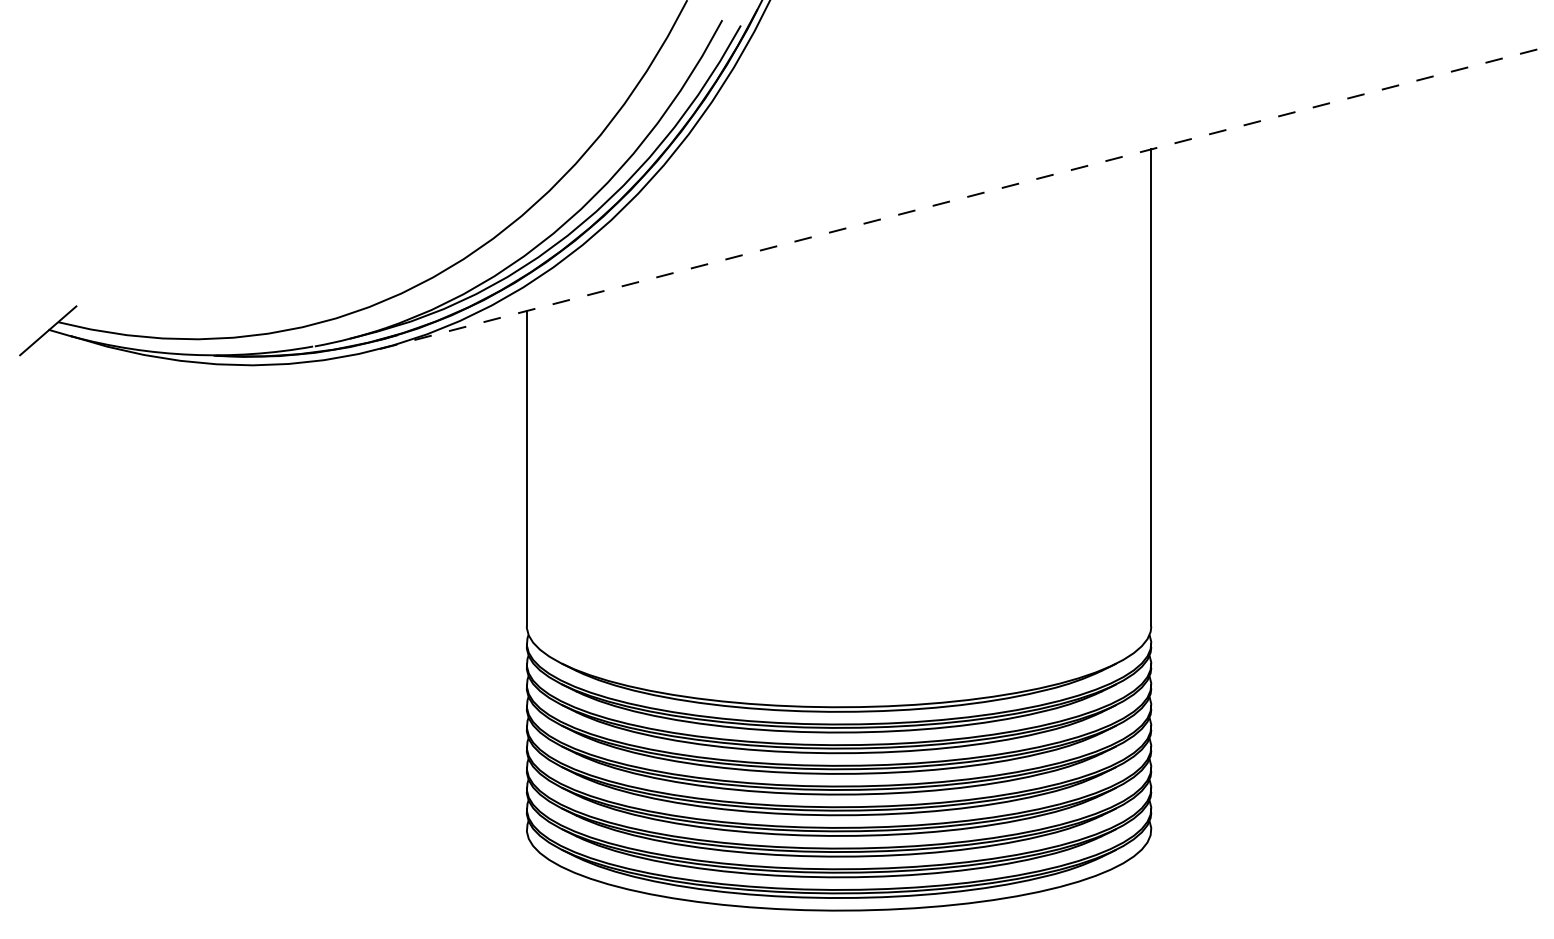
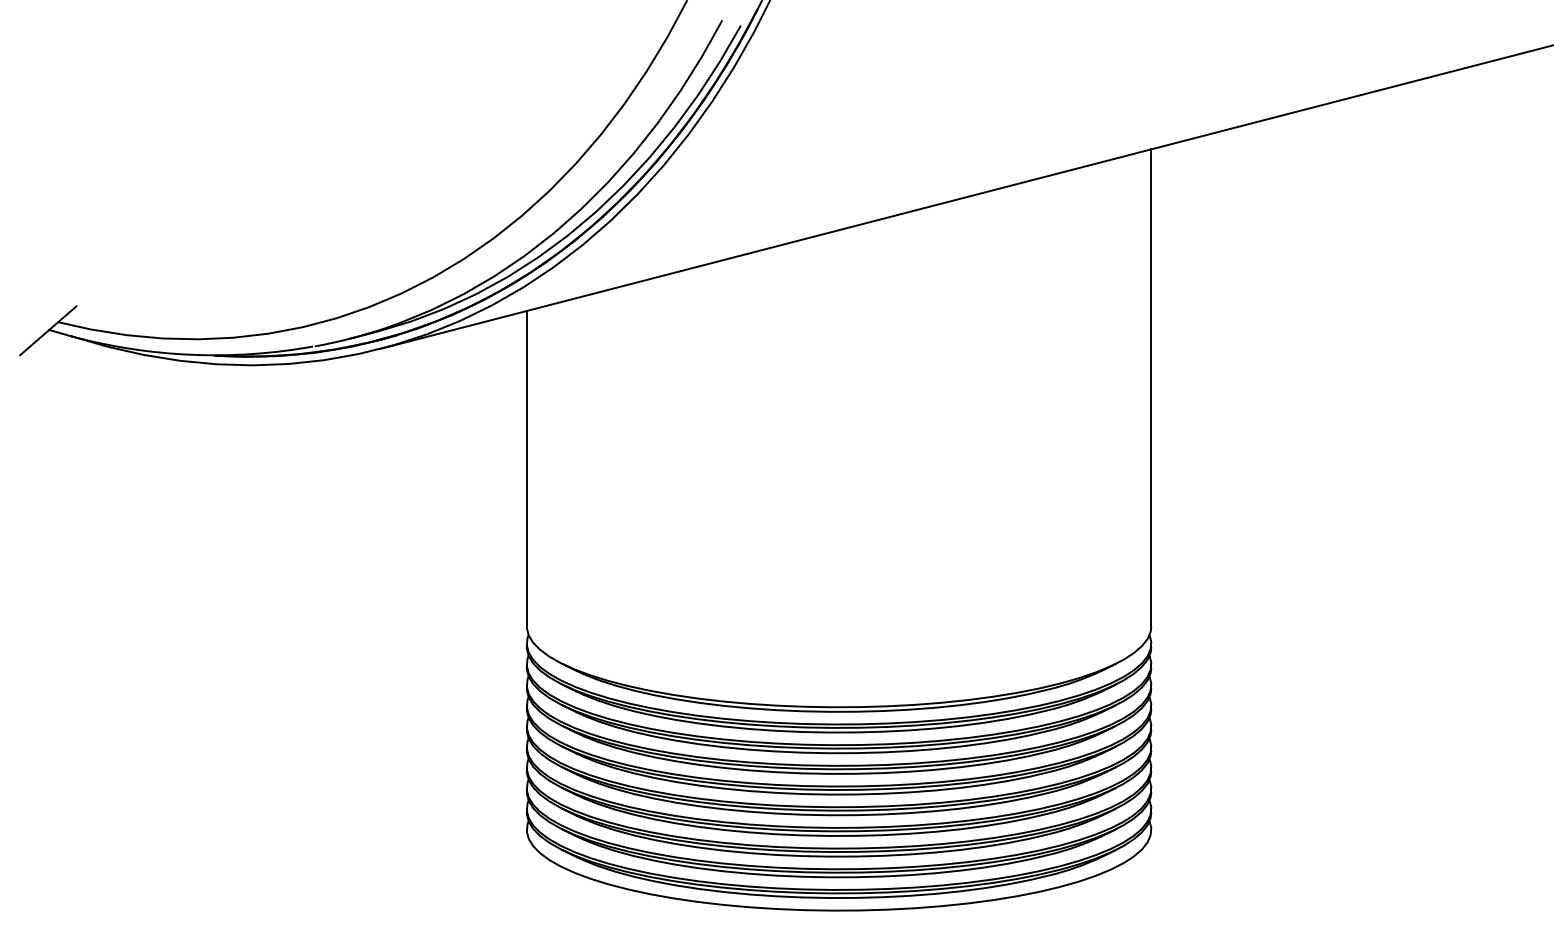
line at (967, 196): dashed -> solid
